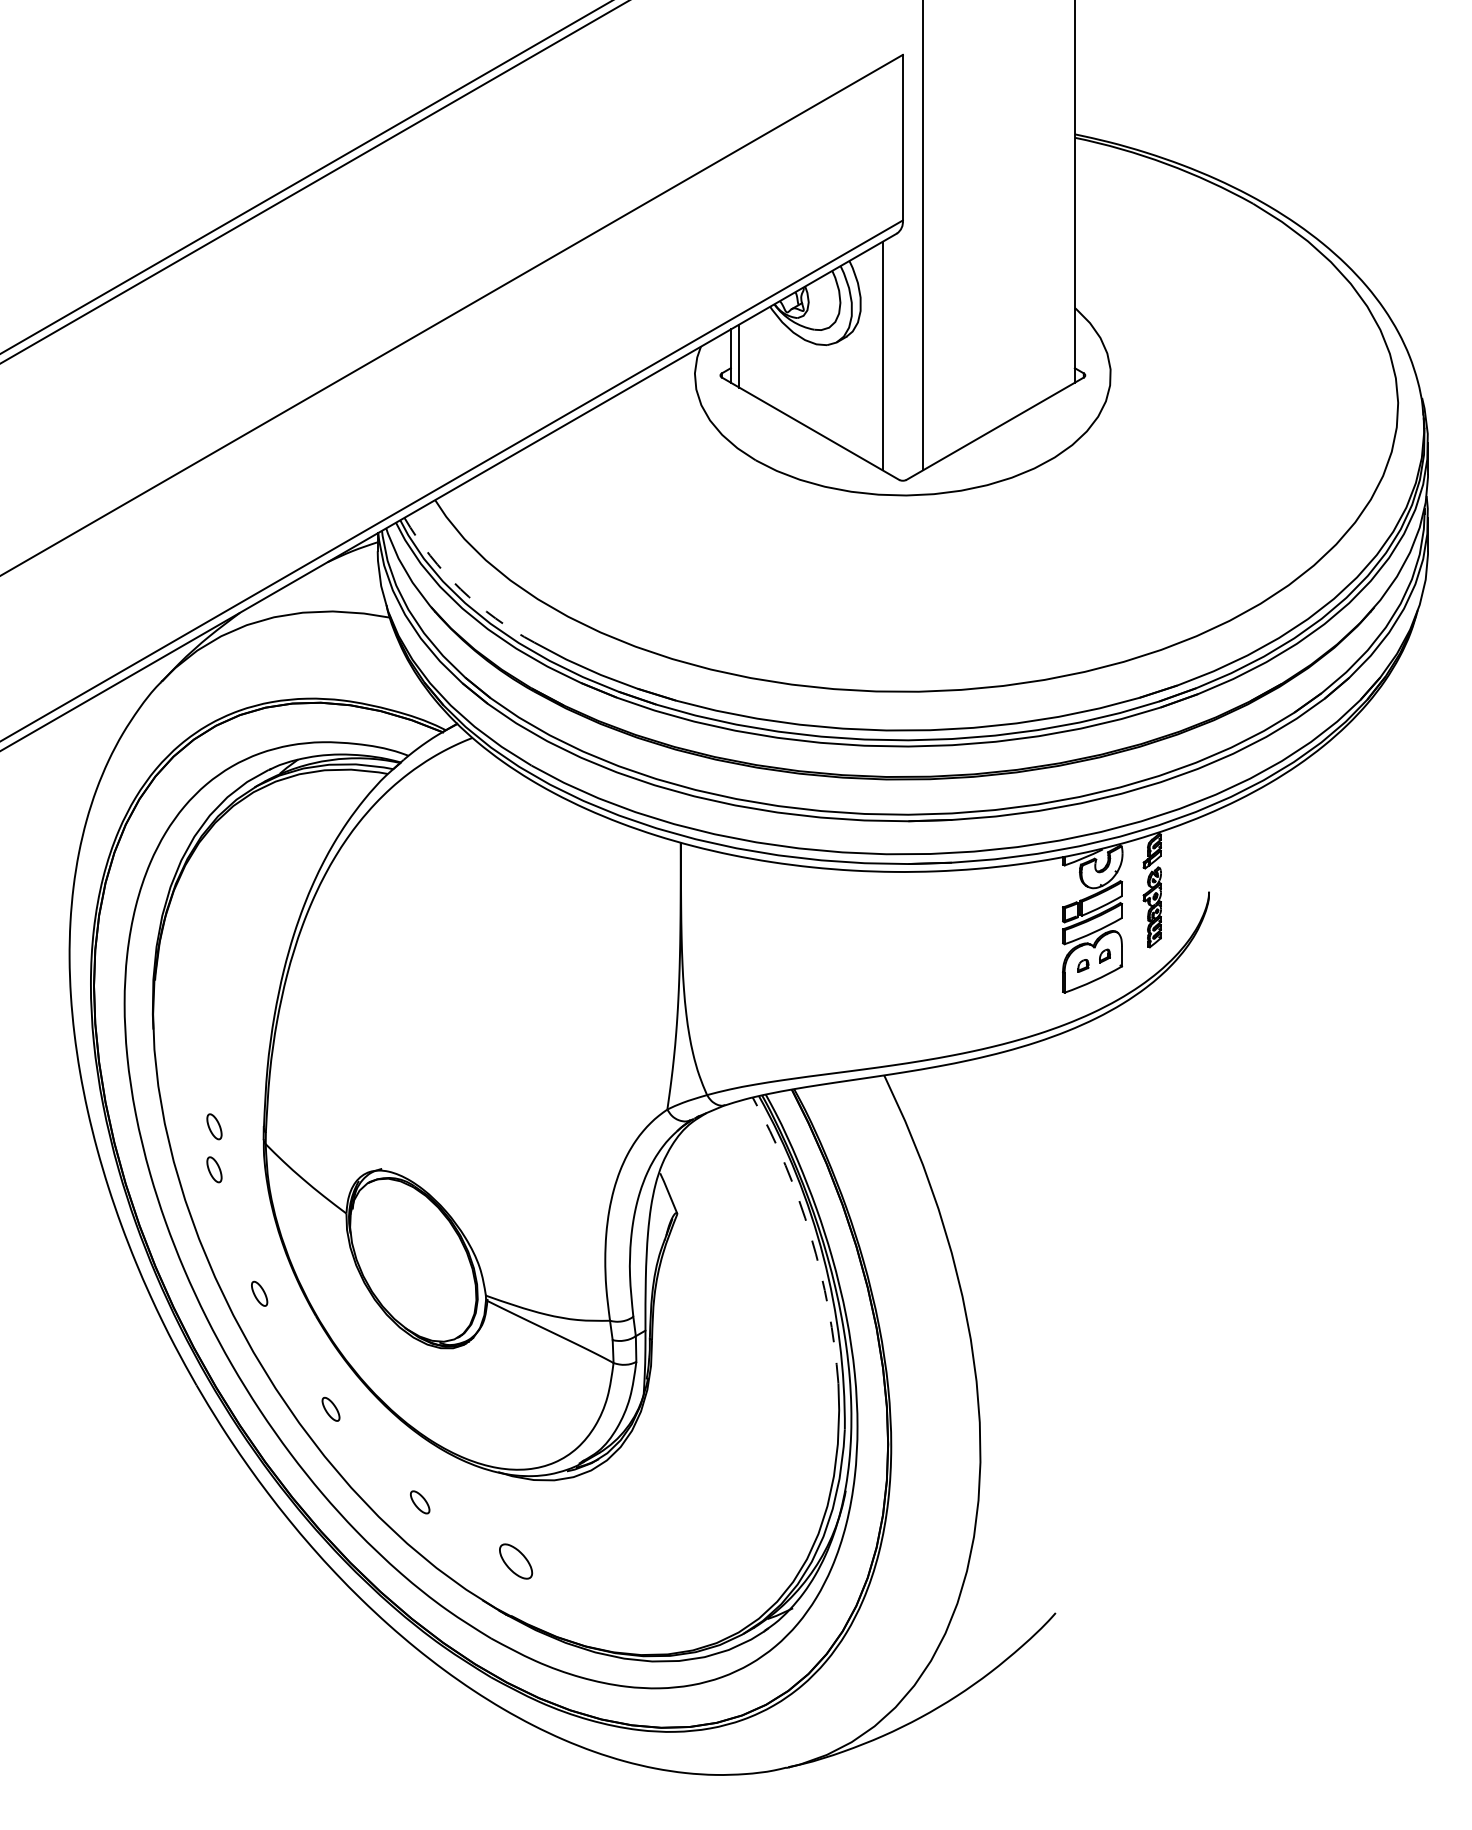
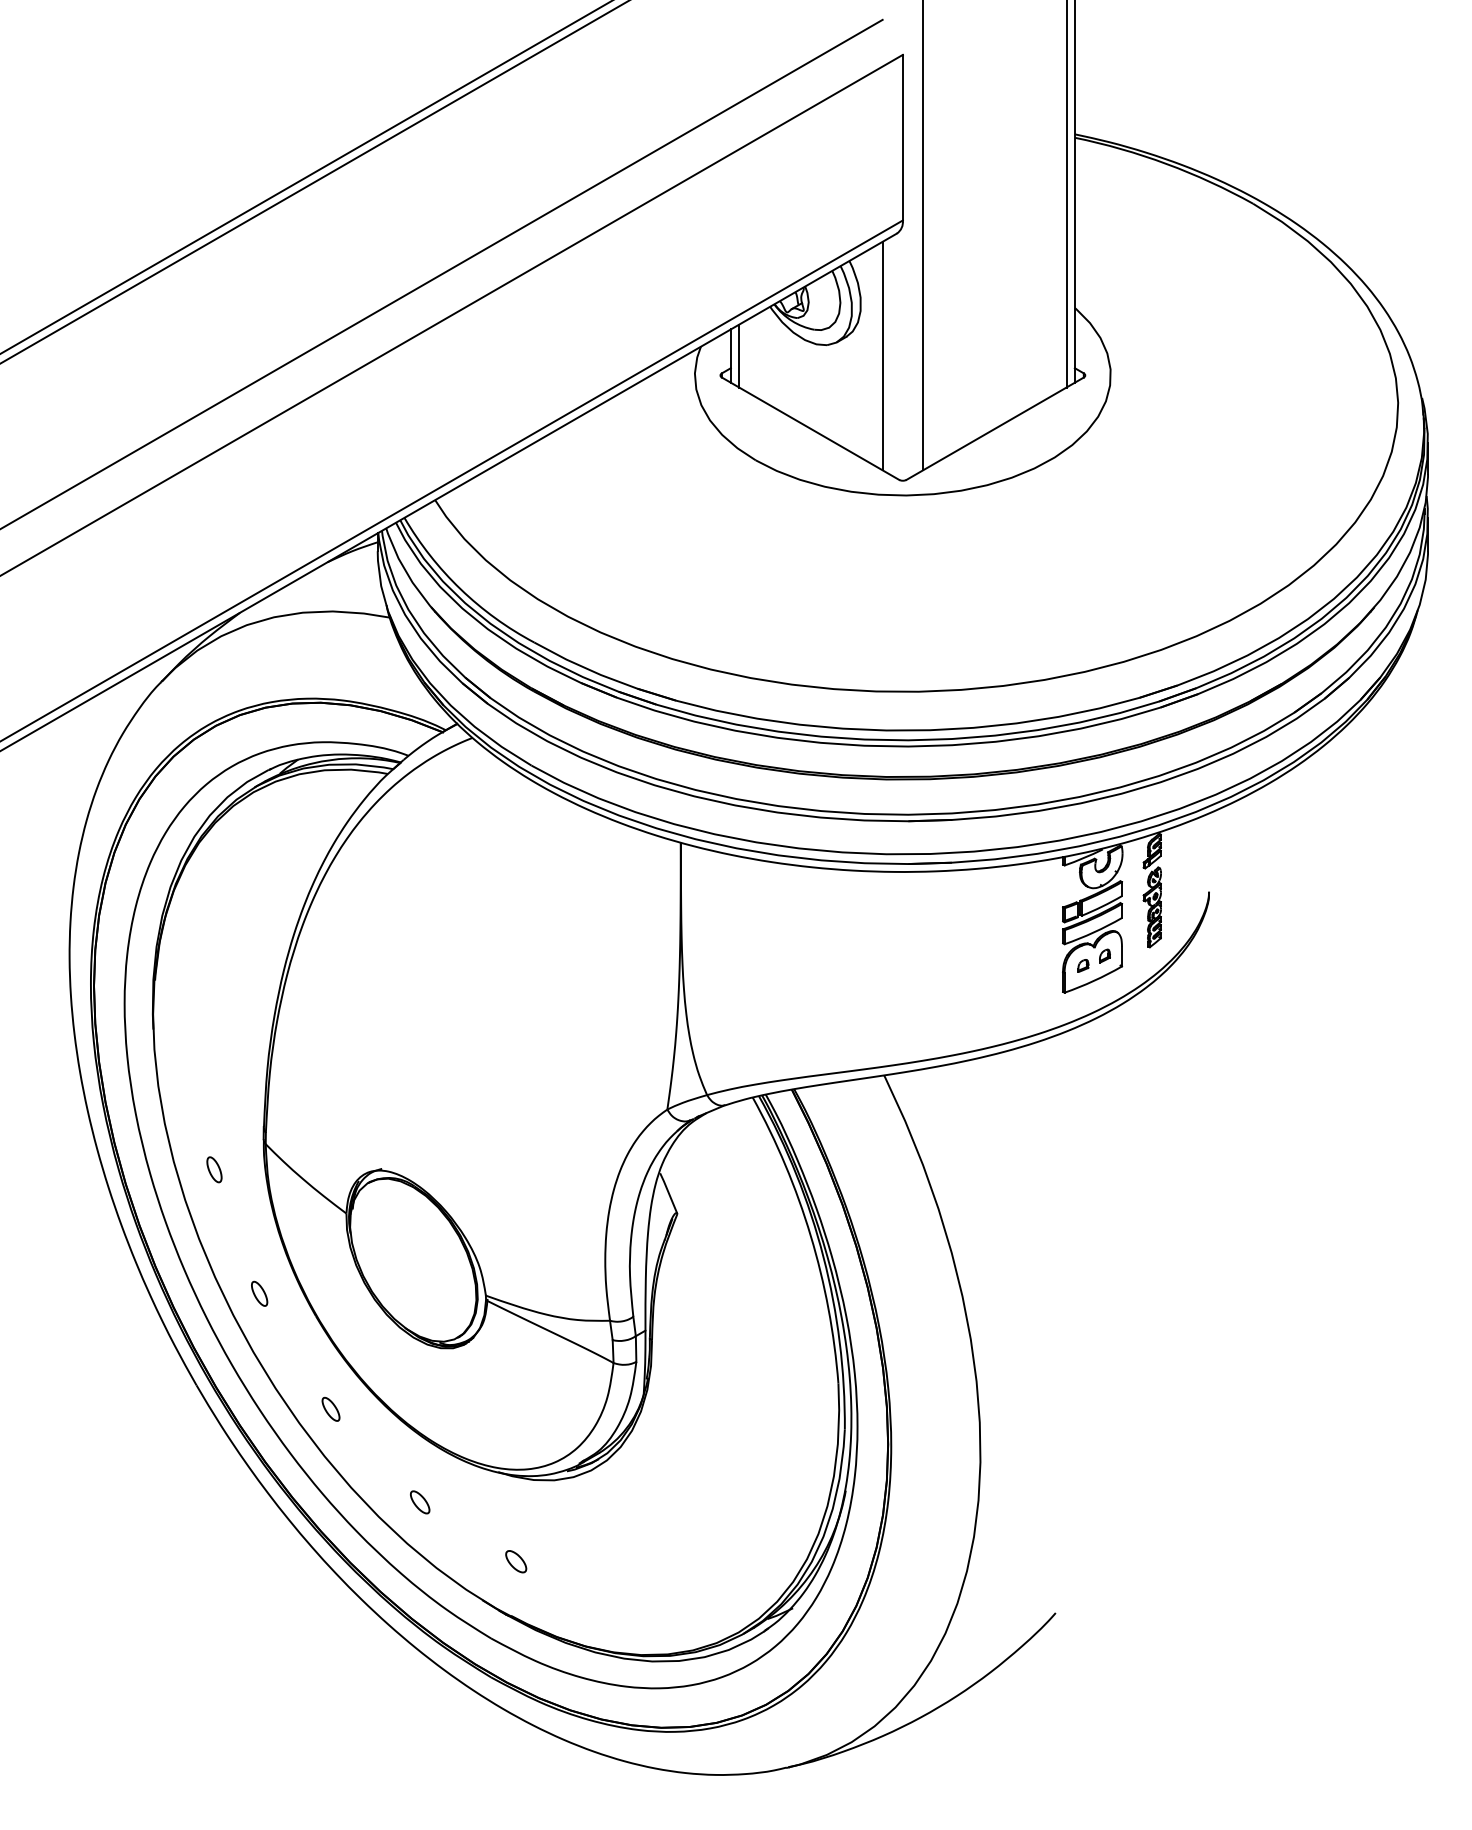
line at (1066, 194): none -> present
line at (442, 273): none -> present
arc at (460, 589): dashed -> solid
part at (214, 1126): present -> none
arc at (810, 1235): dashed -> solid
part at (516, 1561) size: 35x37 px -> 23x24 px
